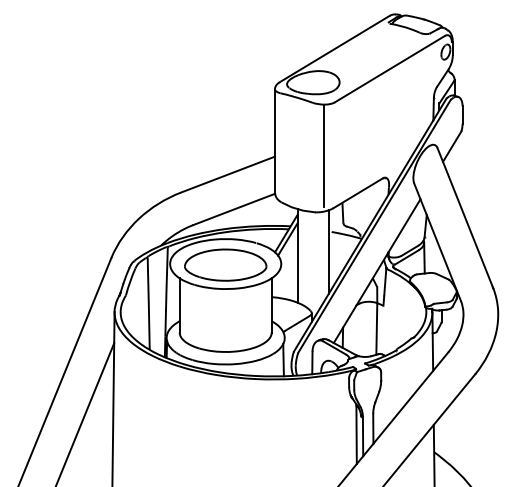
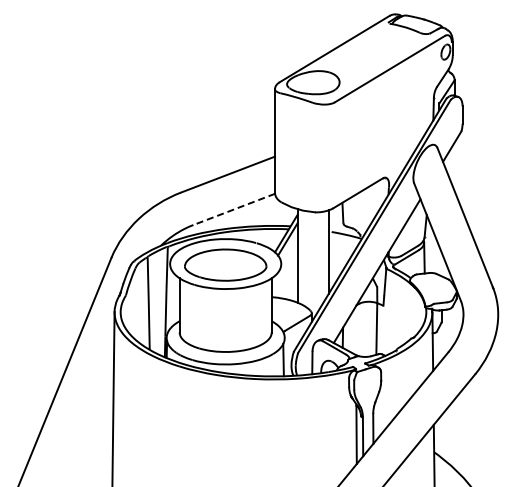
line at (324, 155): present -> none
line at (234, 209): solid -> dashed
line at (85, 413): present -> none
